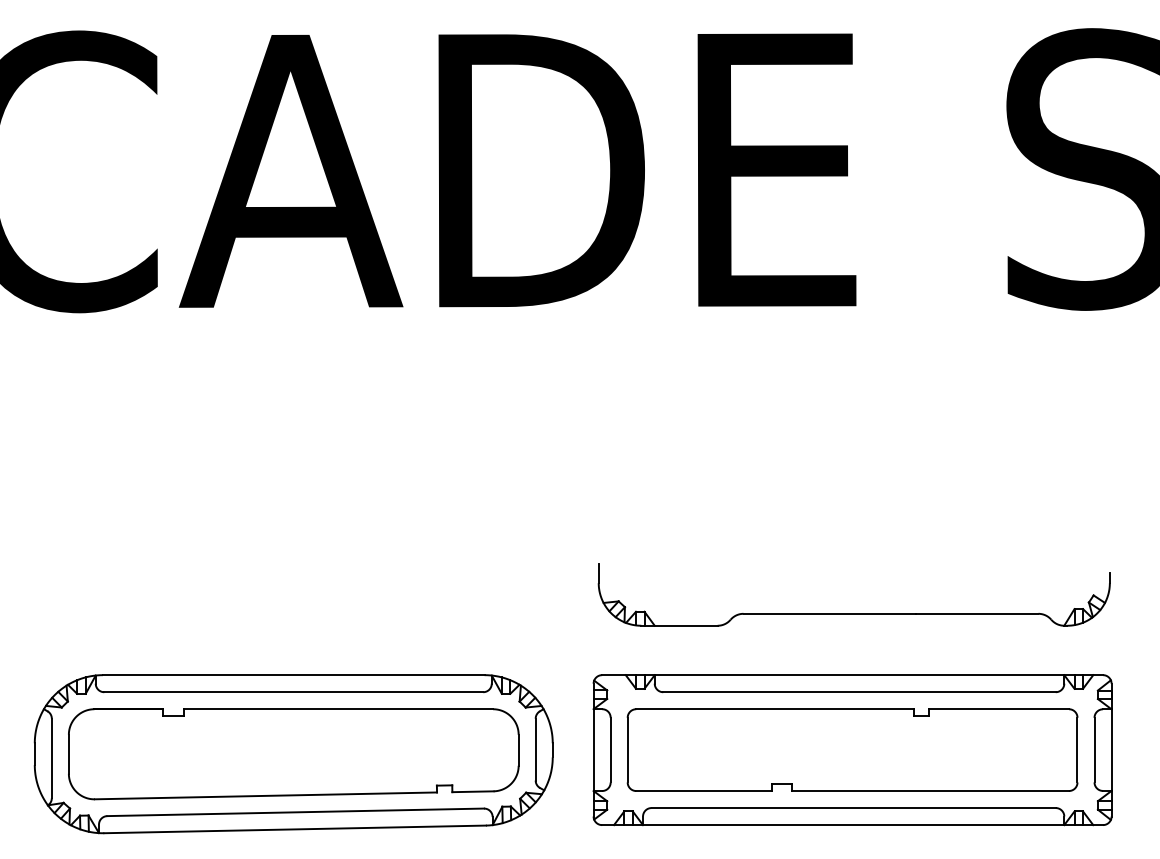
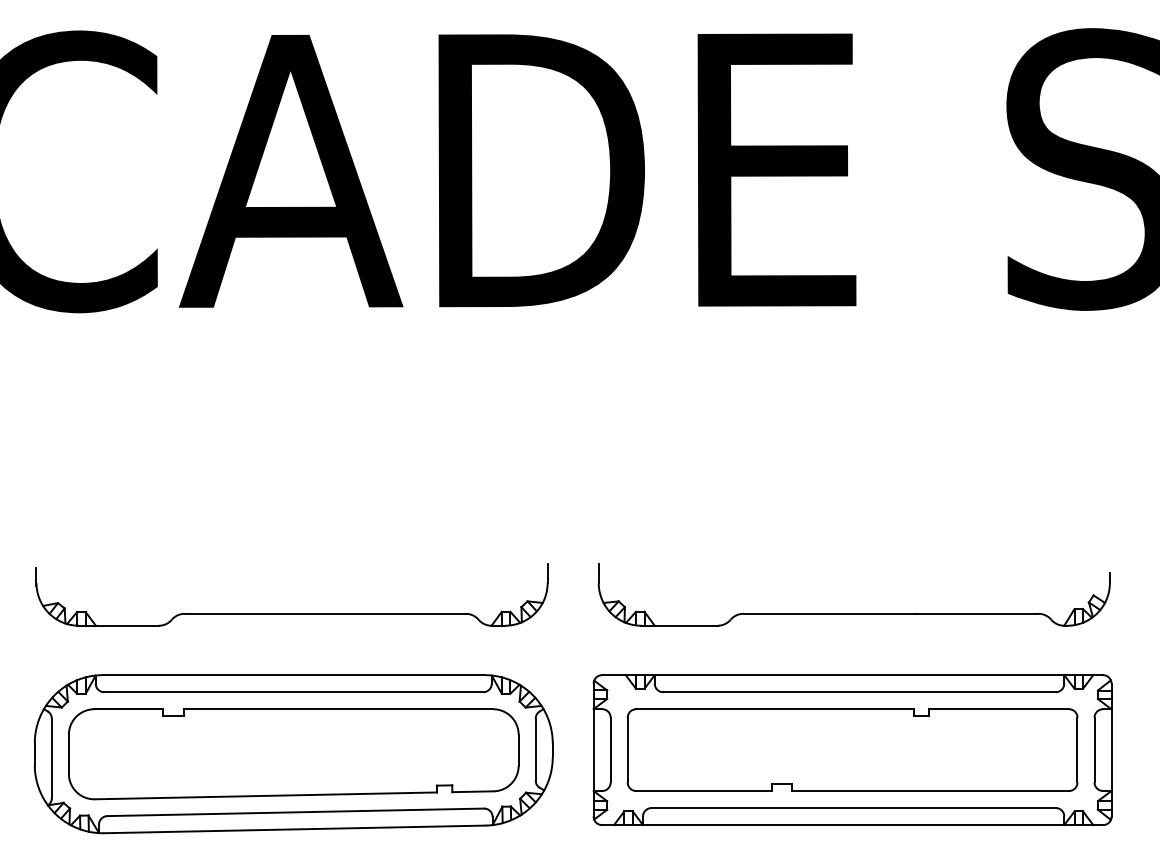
part at (291, 613): none -> present
